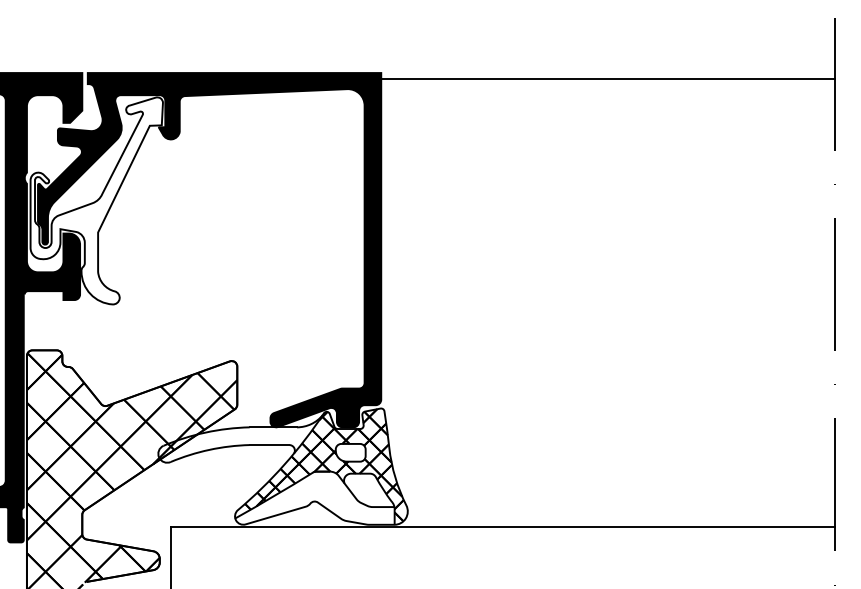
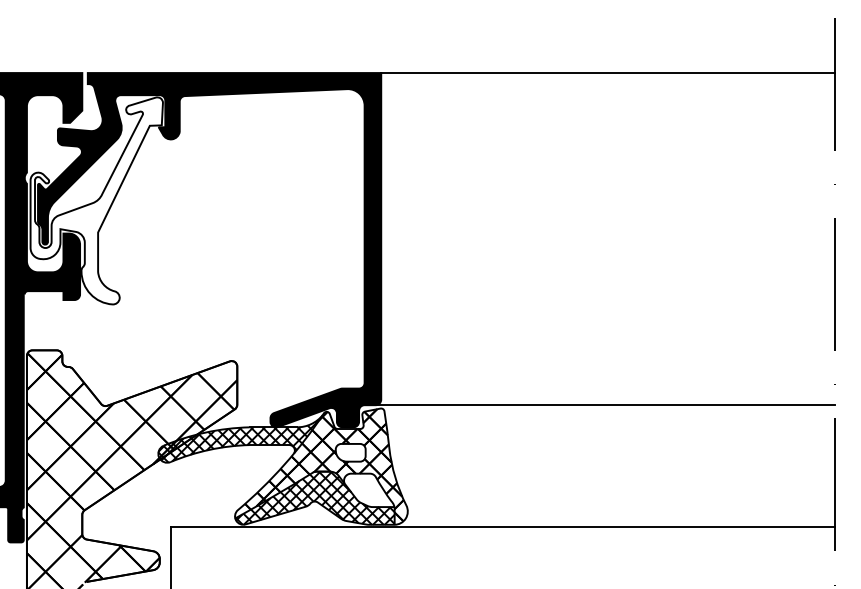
line at (608, 79) position: (608, 79) -> (608, 73)
line at (605, 405): none -> present
hatch at (239, 439): none -> present
hatch at (315, 497): none -> present
